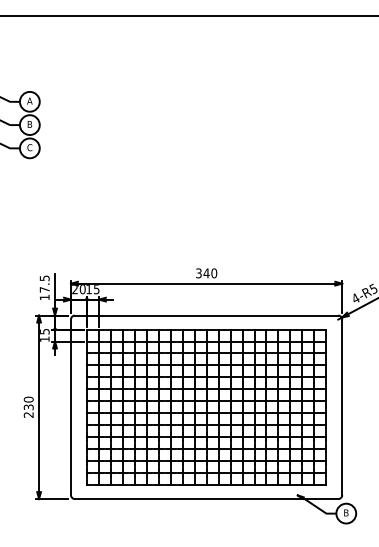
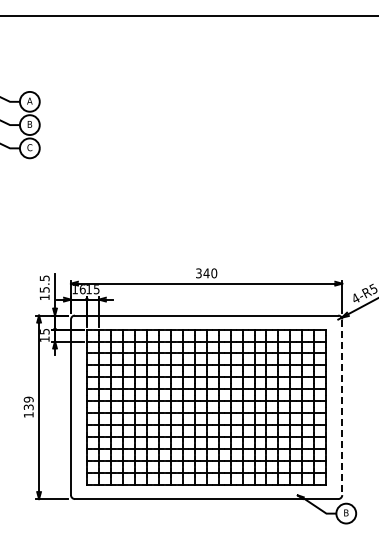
text at (44, 289): 17.5 -> 15.5
text at (78, 289): 20 -> 16
text at (28, 406): 230 -> 139
line at (342, 407): solid -> dashed
